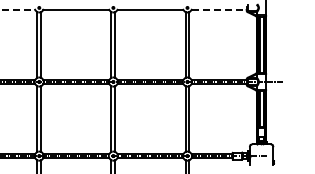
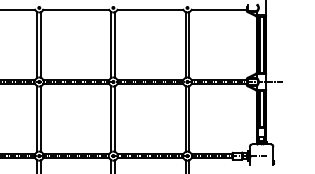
line at (18, 9): dashed -> solid
line at (219, 9): dashed -> solid
